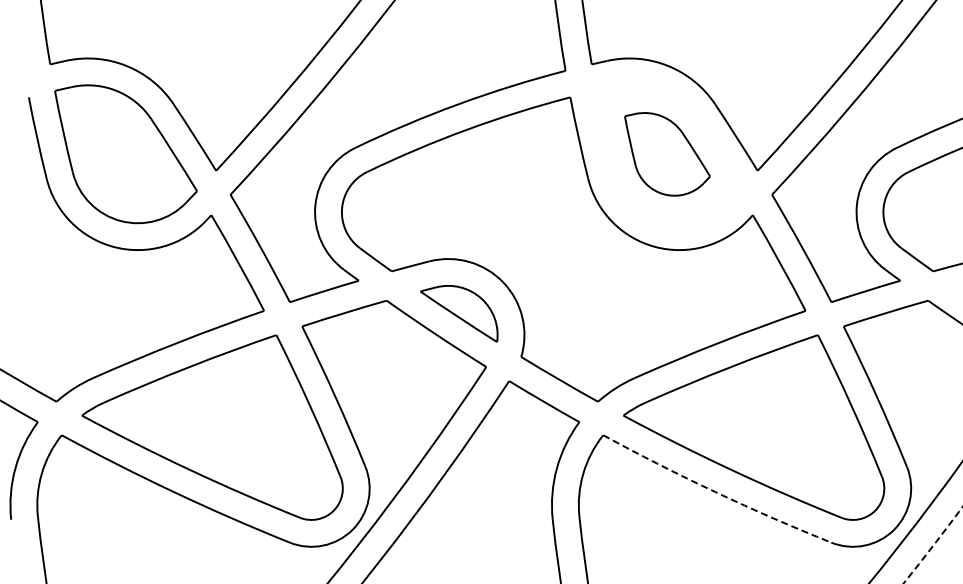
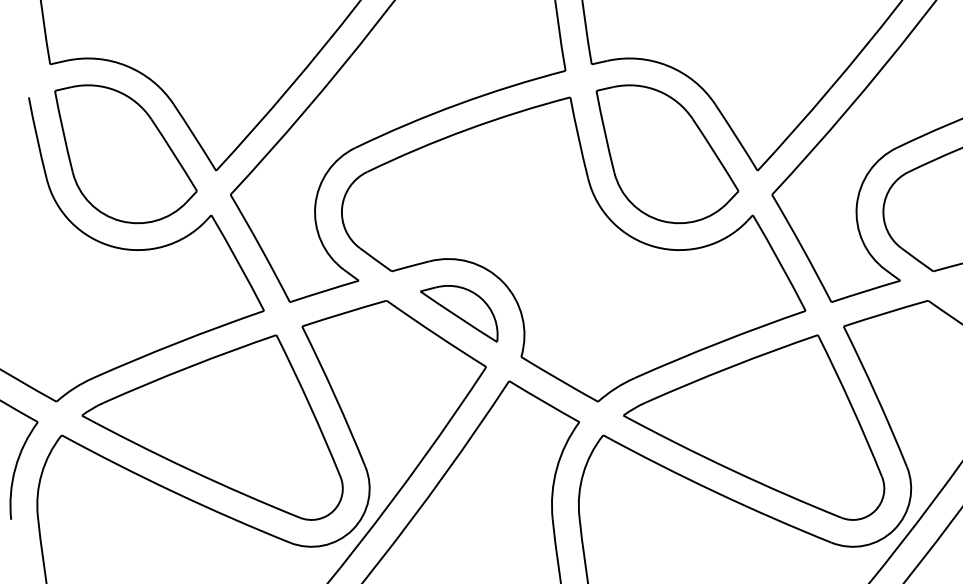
part at (667, 154) size: 87x85 px -> 145x141 px
arc at (715, 492): dashed -> solid
arc at (933, 545): dashed -> solid
